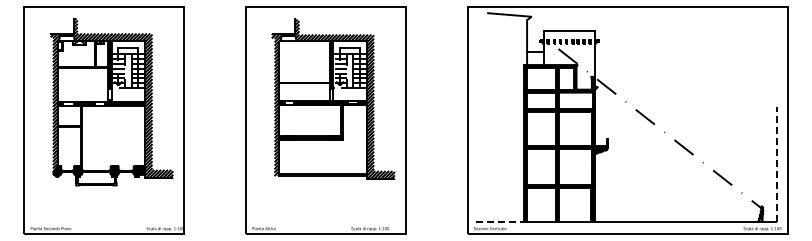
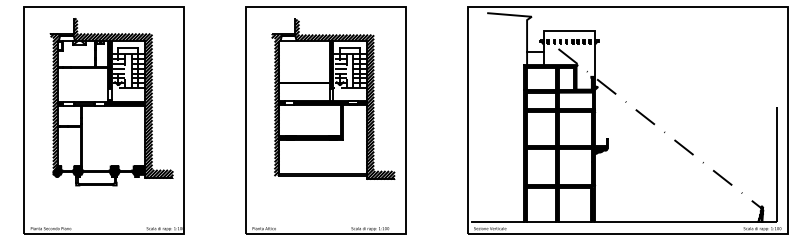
line at (776, 164): dashed -> solid
line at (499, 222): dashed -> solid
